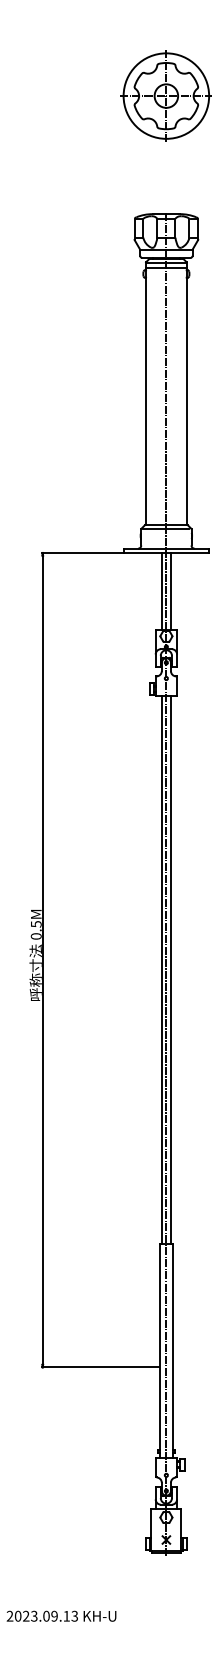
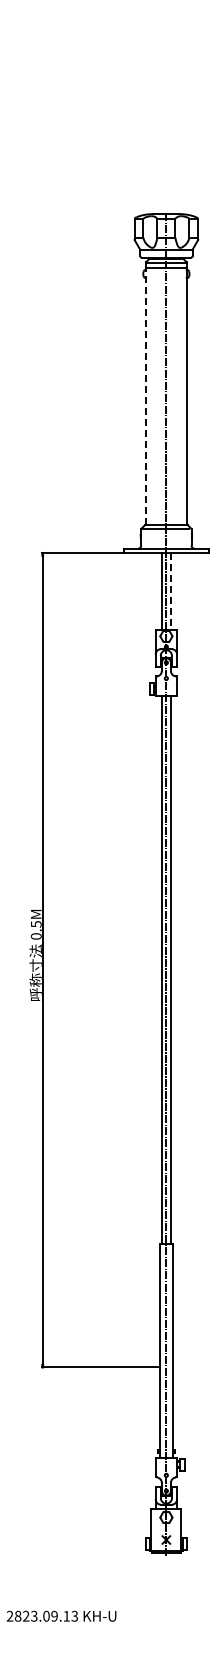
part at (165, 95): present -> none
line at (146, 396): solid -> dashed
line at (171, 591): solid -> dashed
text at (17, 1616): 2023.09.13 -> 2823.09.13
